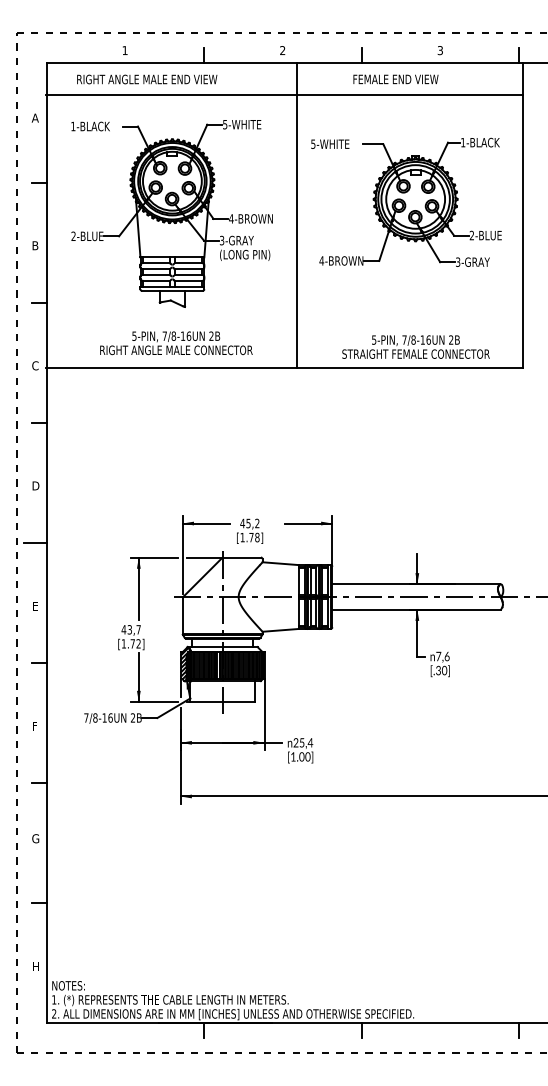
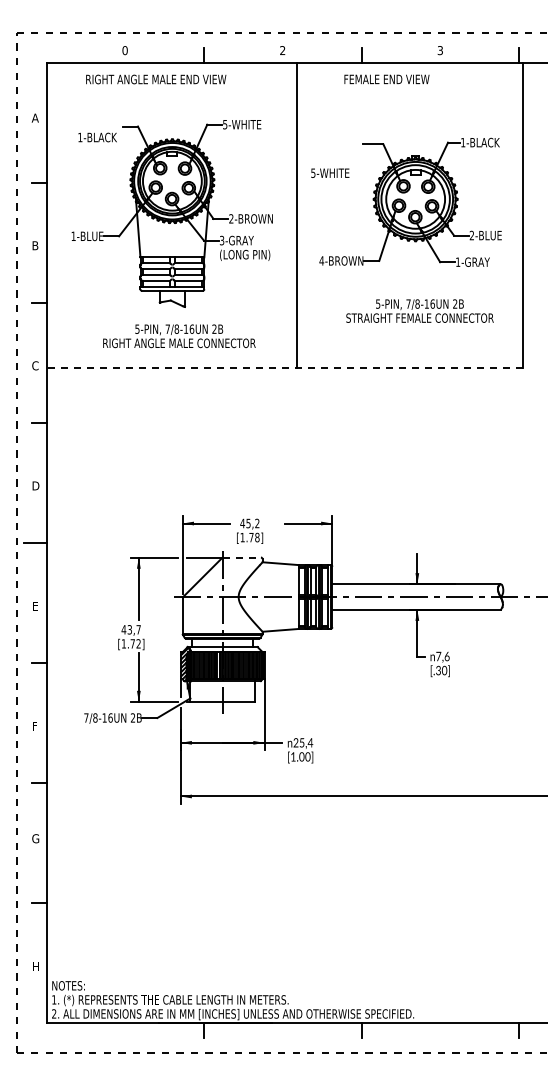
text at (124, 50): 1 -> 0
text at (147, 79) position: (147, 79) -> (156, 79)
text at (395, 79) position: (395, 79) -> (386, 79)
line at (284, 95): present -> none
text at (90, 126) position: (90, 126) -> (97, 137)
text at (330, 143) position: (330, 143) -> (330, 172)
text at (231, 218): 4-BROWN -> 2-BROWN
text at (73, 235): 2-BLUE -> 1-BLUE
text at (458, 261): 3-GRAY -> 1-GRAY
text at (176, 343) position: (176, 343) -> (179, 336)
text at (415, 346) position: (415, 346) -> (419, 310)
line at (284, 367): solid -> dashed
line at (242, 557): solid -> dashed
